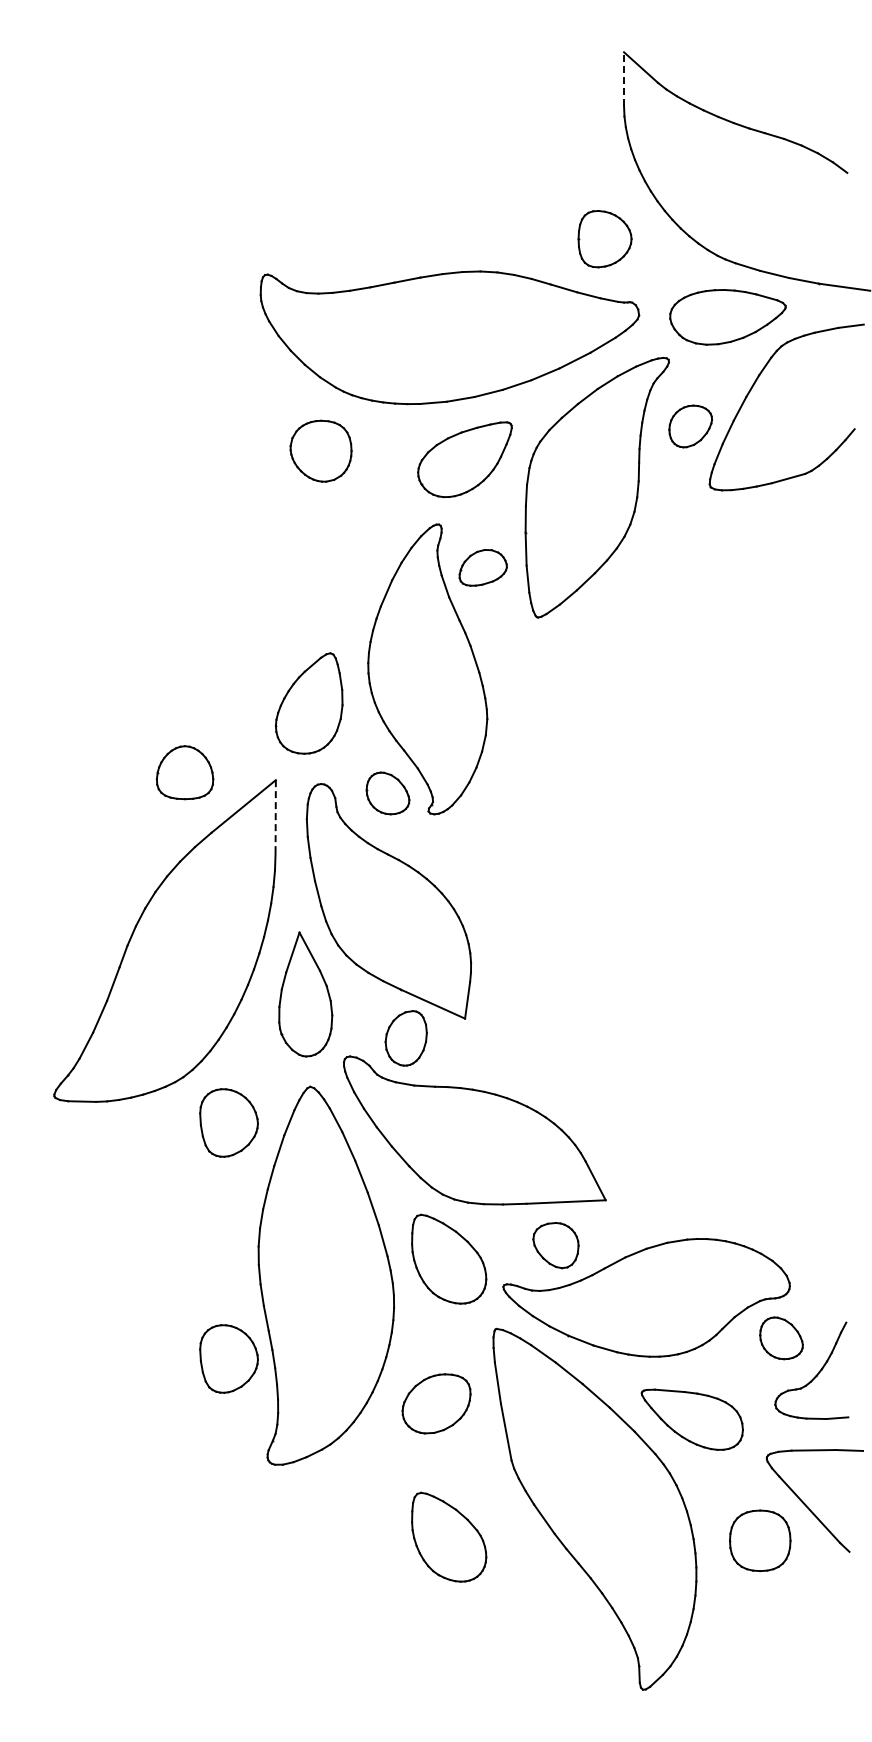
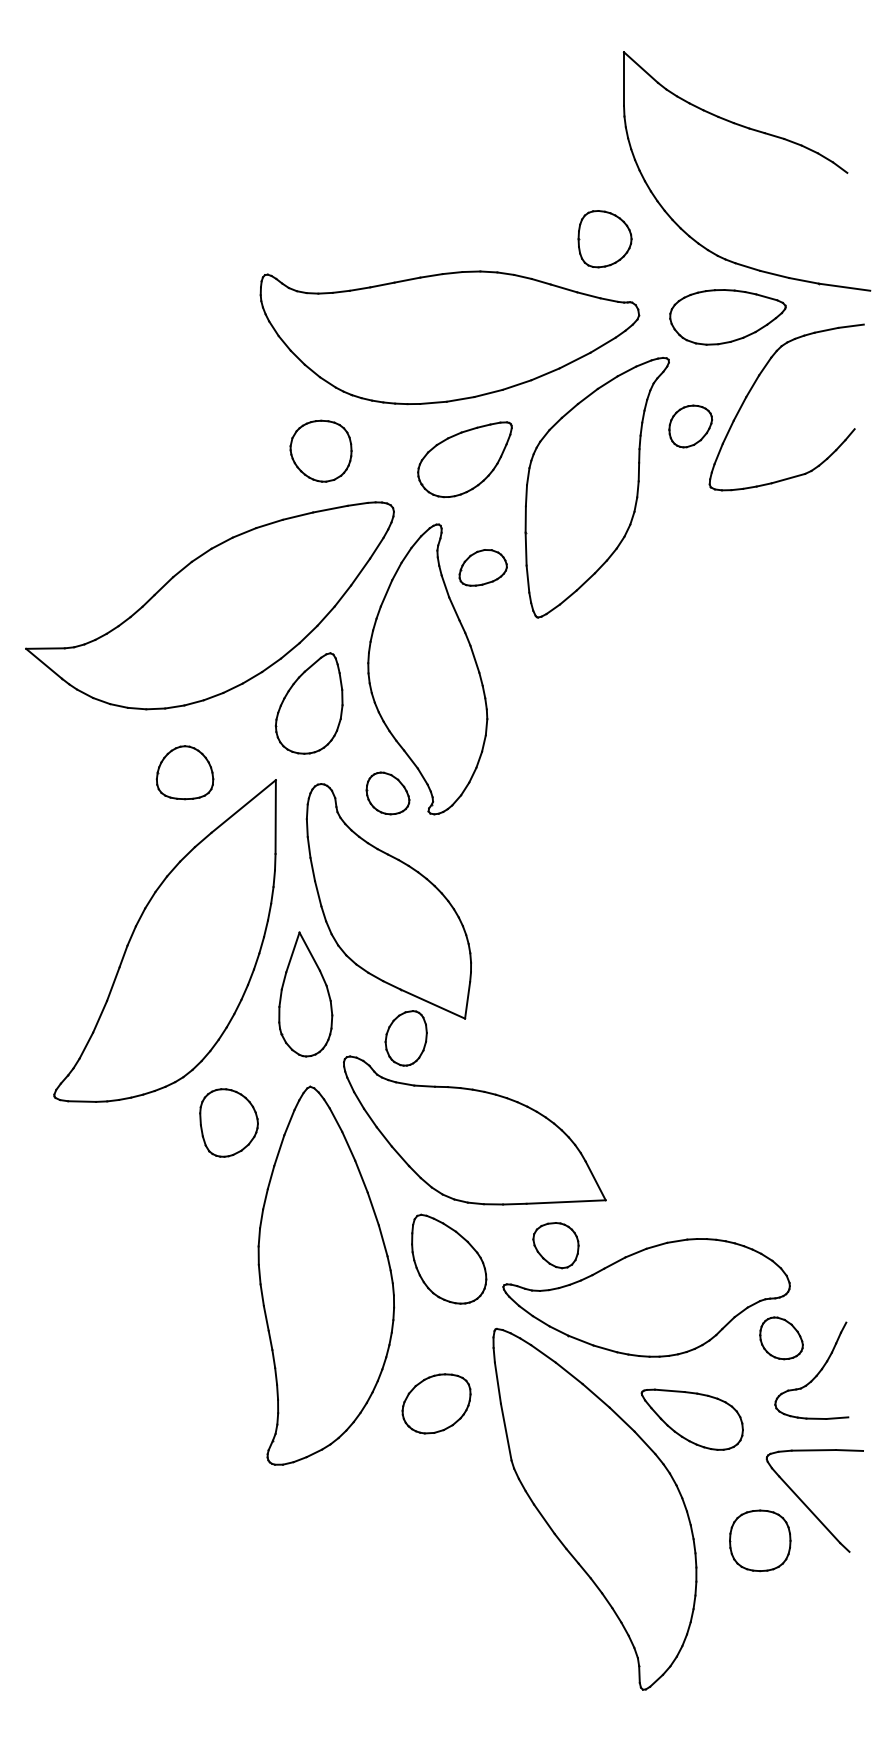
line at (624, 79): dashed -> solid
part at (209, 605): none -> present
line at (275, 817): dashed -> solid
part at (228, 1358): present -> none
part at (449, 1536): present -> none
